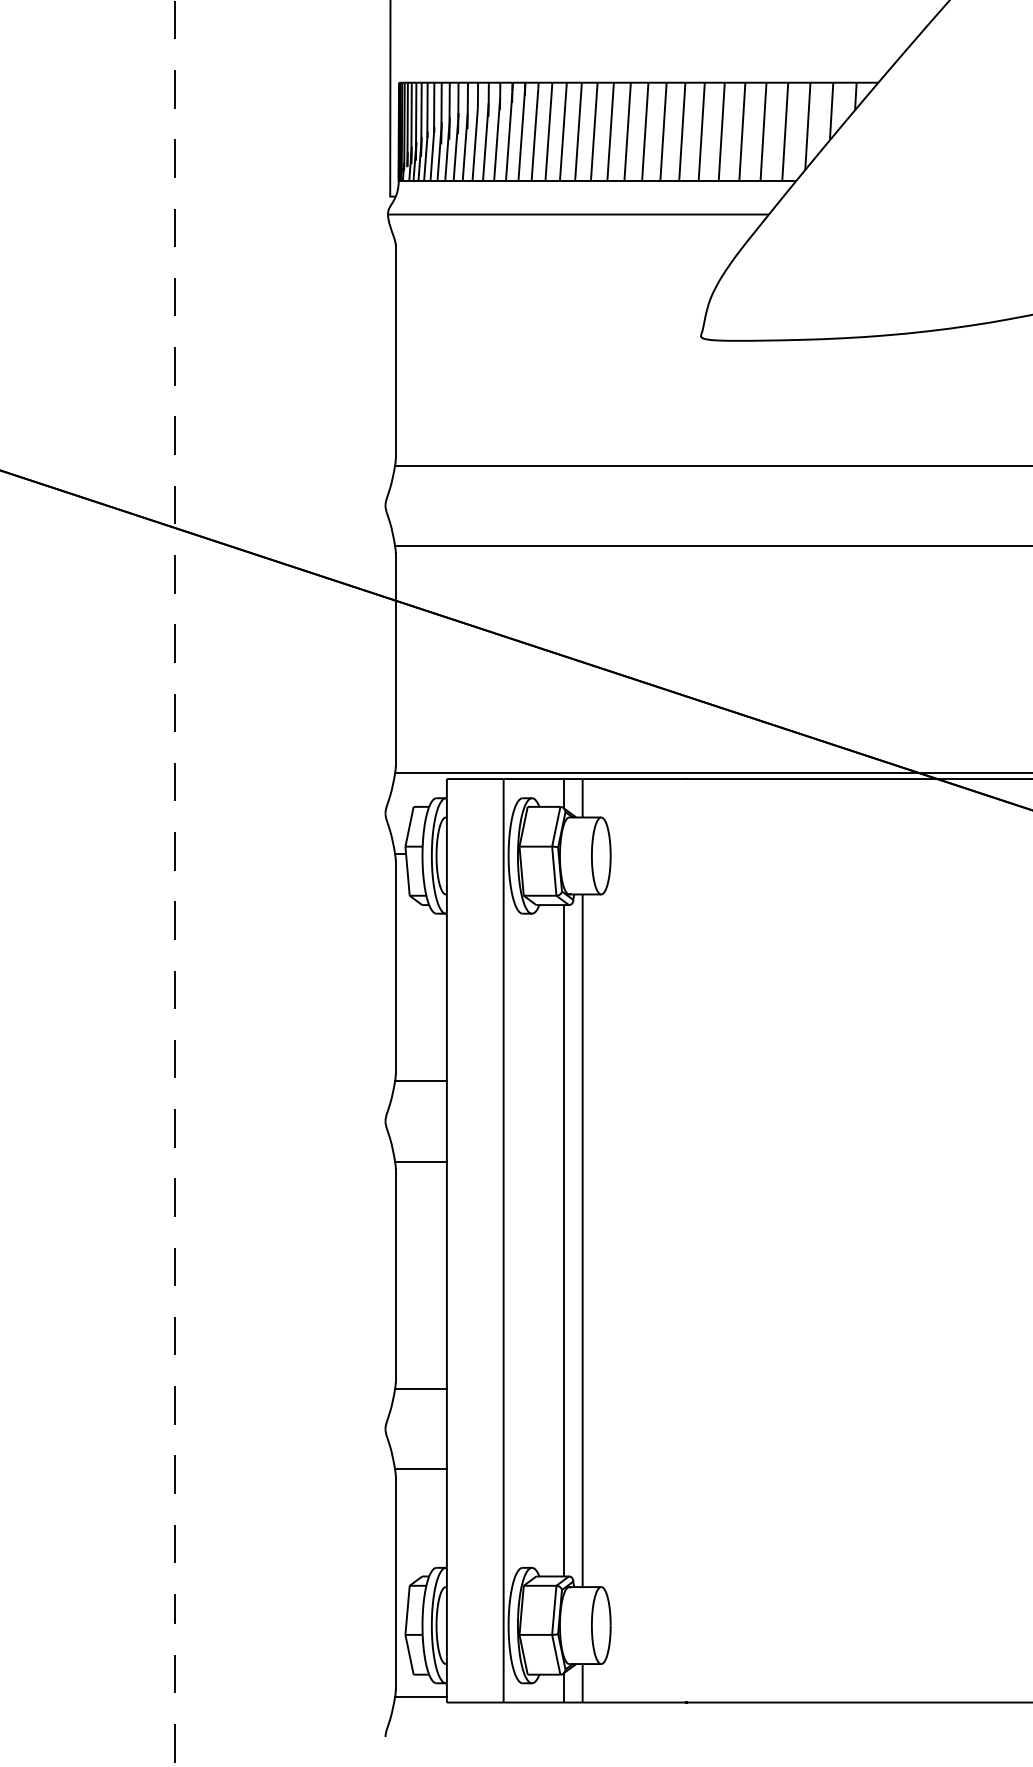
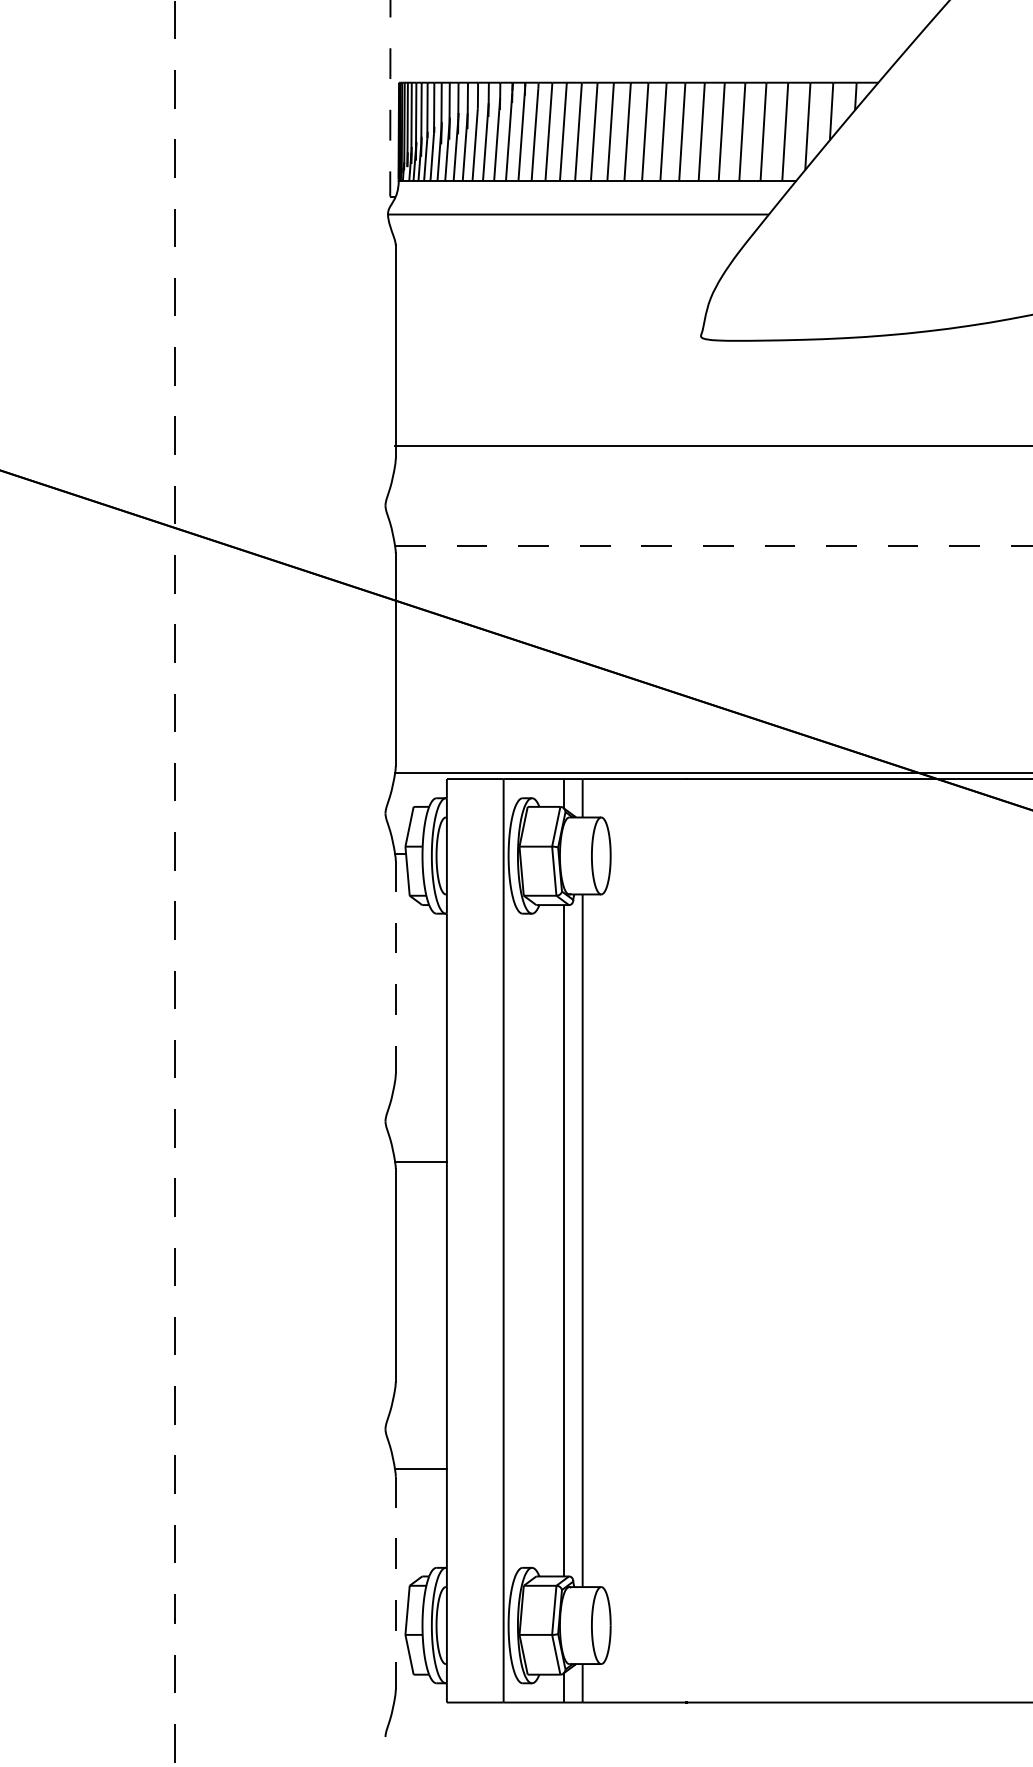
line at (390, 101): solid -> dashed
line at (712, 465) position: (712, 465) -> (712, 445)
line at (713, 545): solid -> dashed
line at (395, 968): solid -> dashed
line at (420, 1081): present -> none
line at (420, 1389): present -> none
line at (395, 1583): solid -> dashed
line at (420, 1696): present -> none
